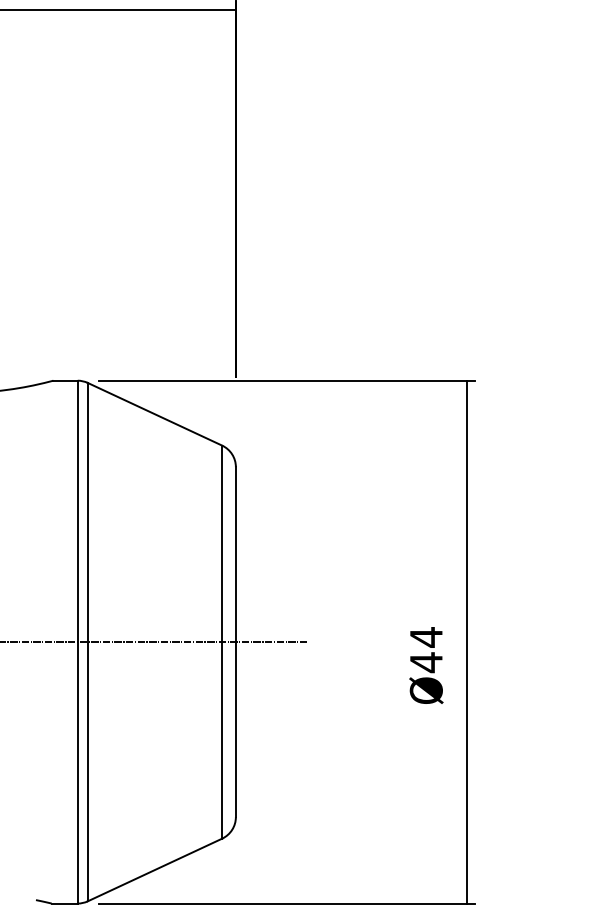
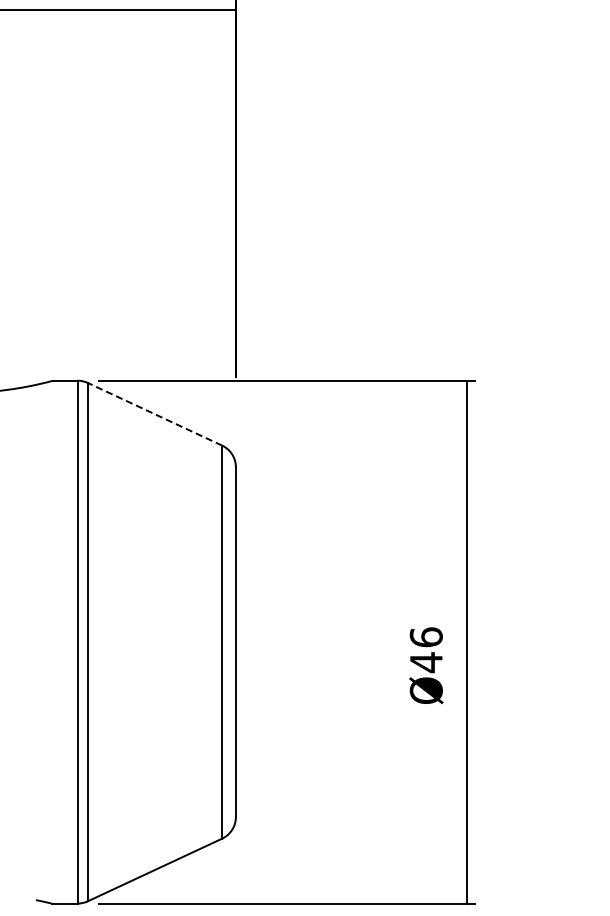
line at (154, 414): solid -> dashed
text at (425, 637): Ø44 -> Ø46
line at (154, 642): present -> none
